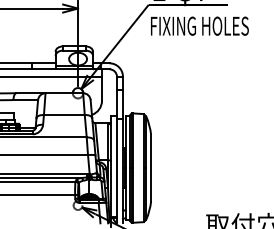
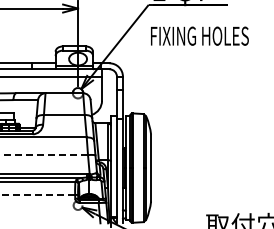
text at (199, 25) position: (199, 25) -> (199, 35)
line at (44, 155): solid -> dashed
line at (37, 194): solid -> dashed
